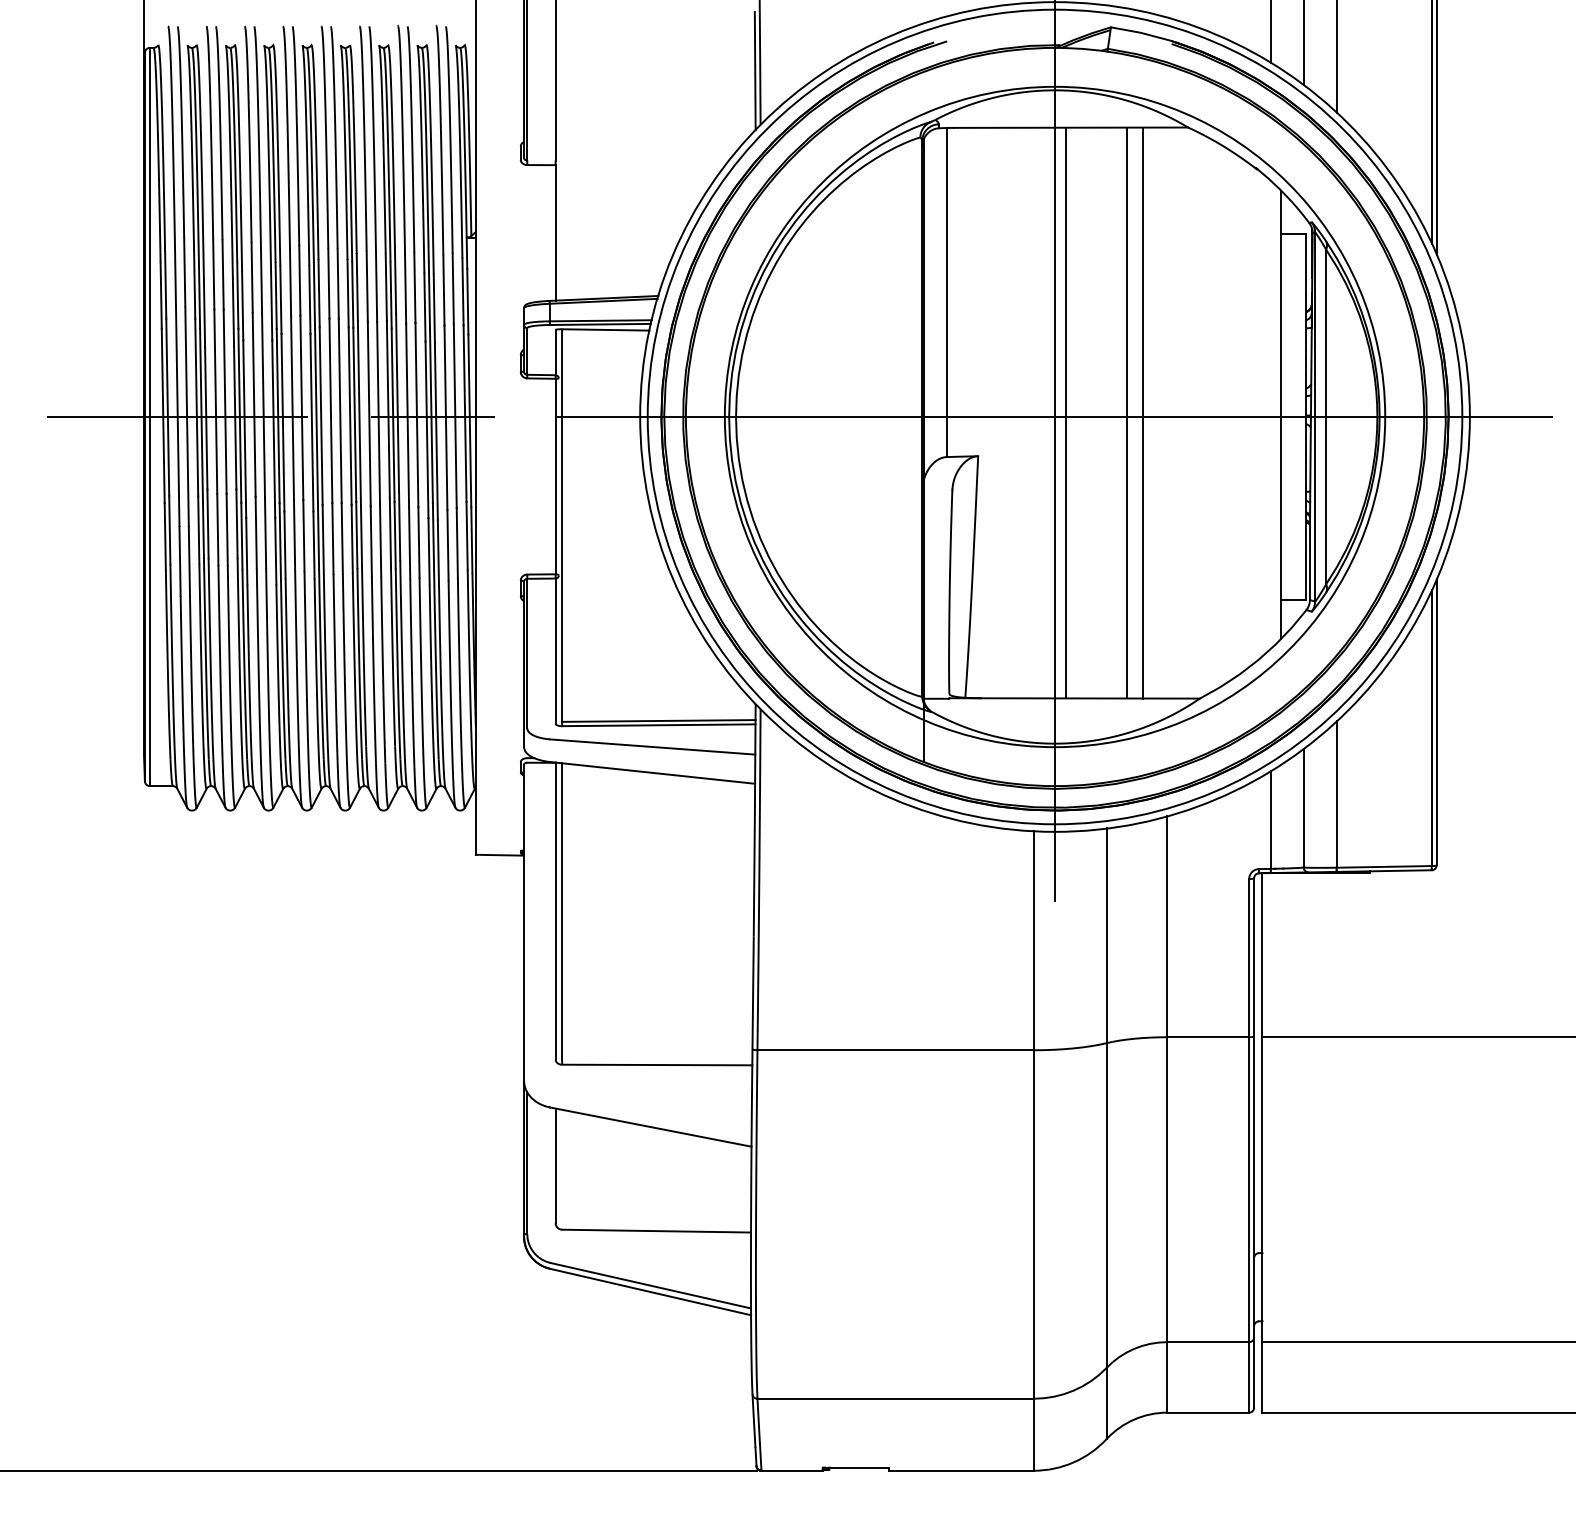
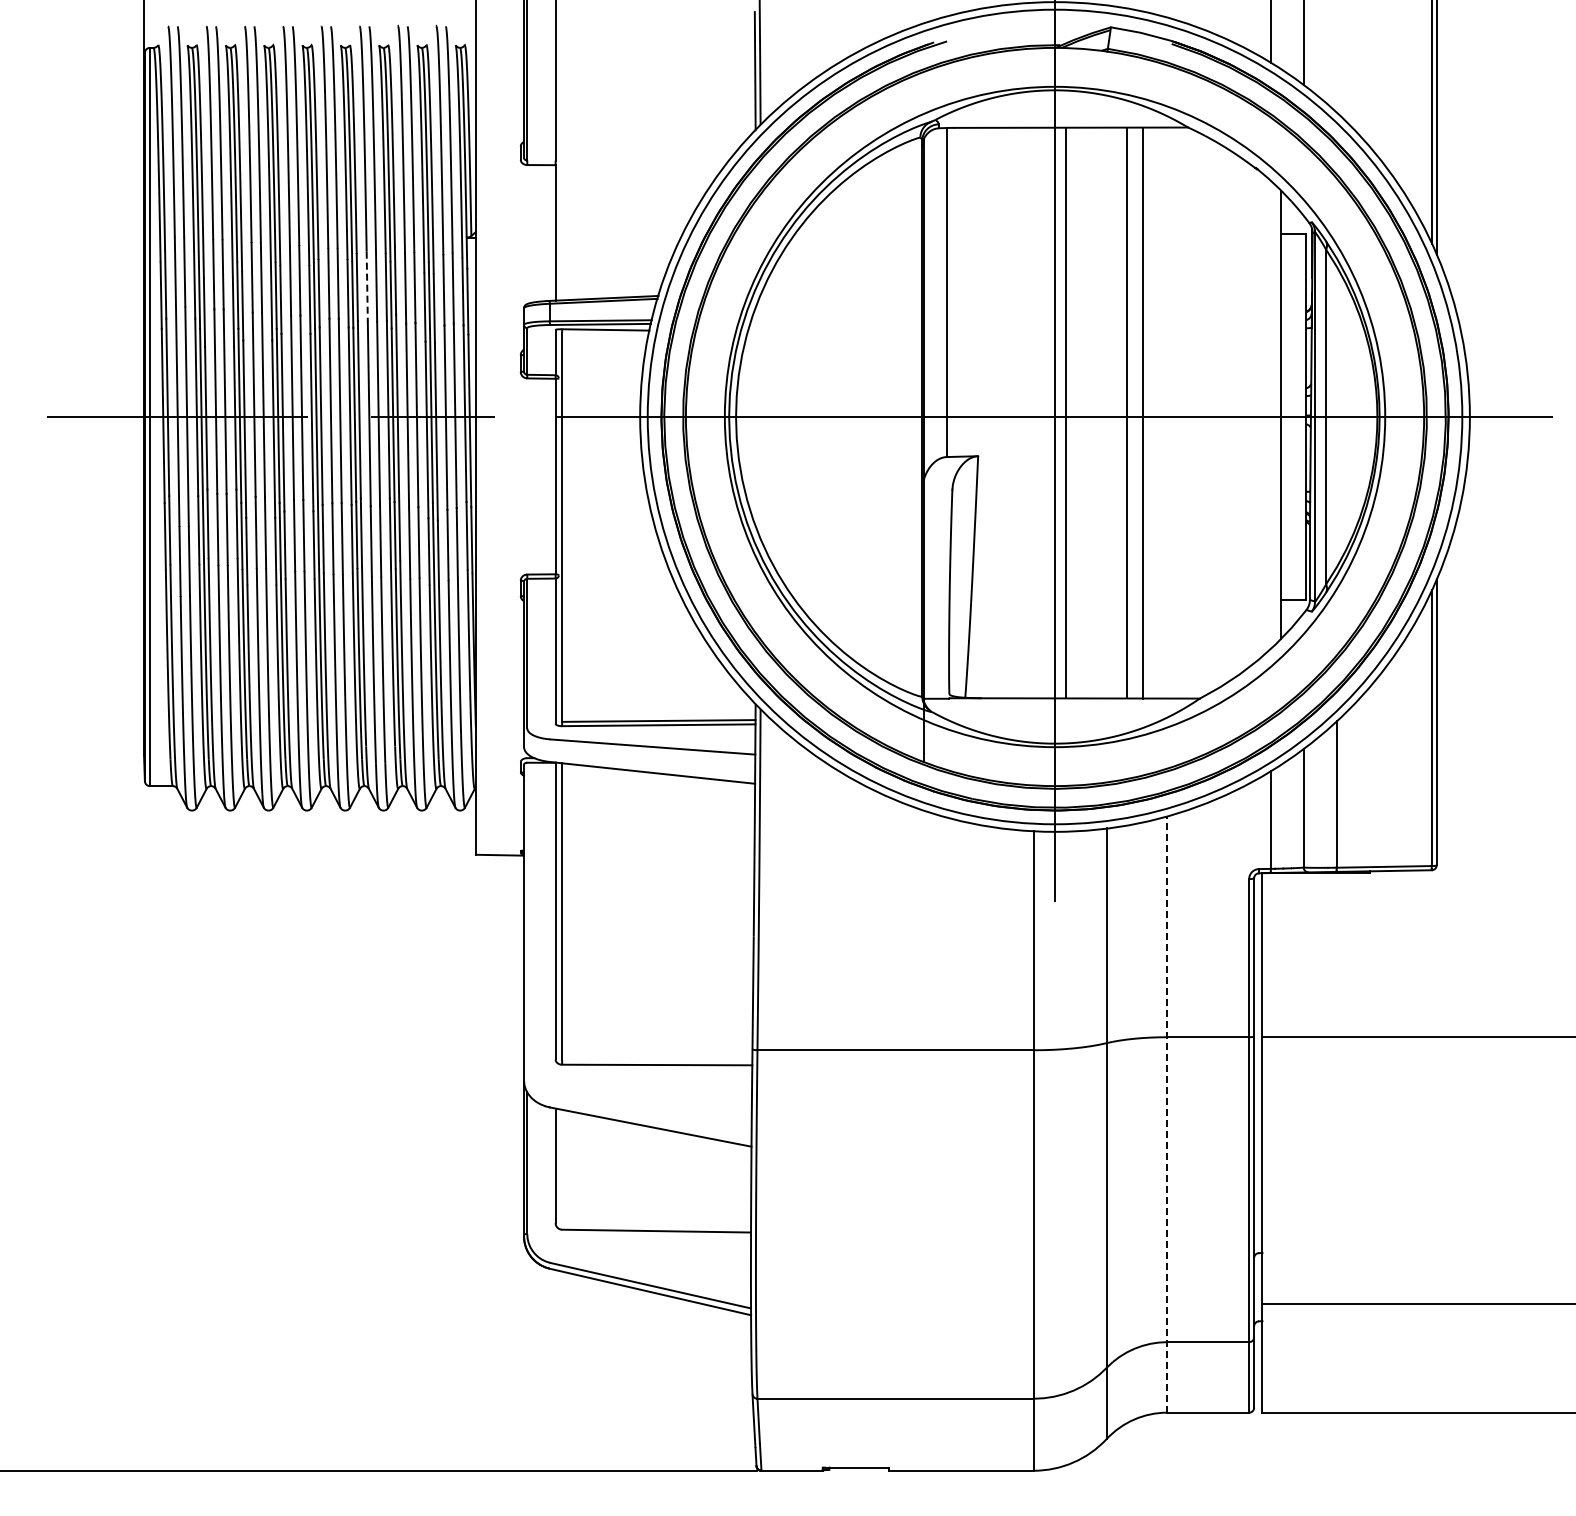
line at (1336, 57): present -> none
line at (367, 287): solid -> dashed
line at (1167, 1113): solid -> dashed
line at (1417, 1342) position: (1417, 1342) -> (1417, 1304)
